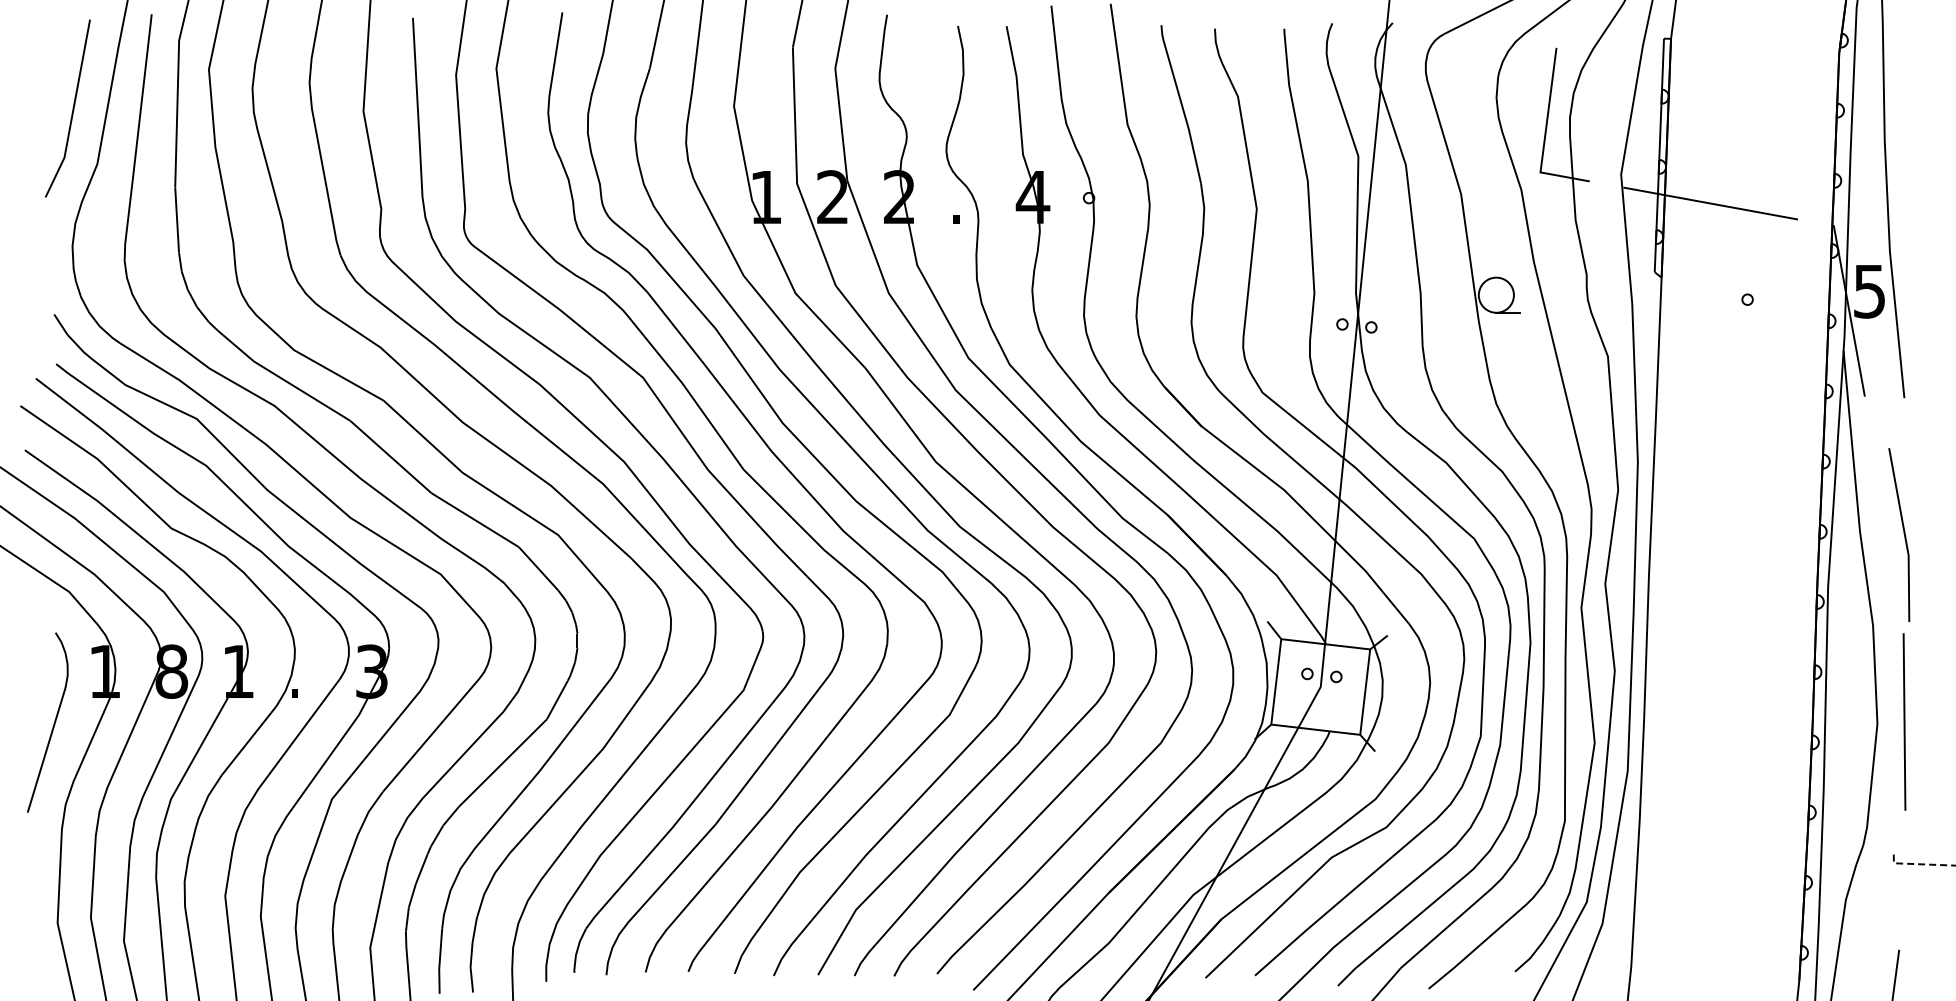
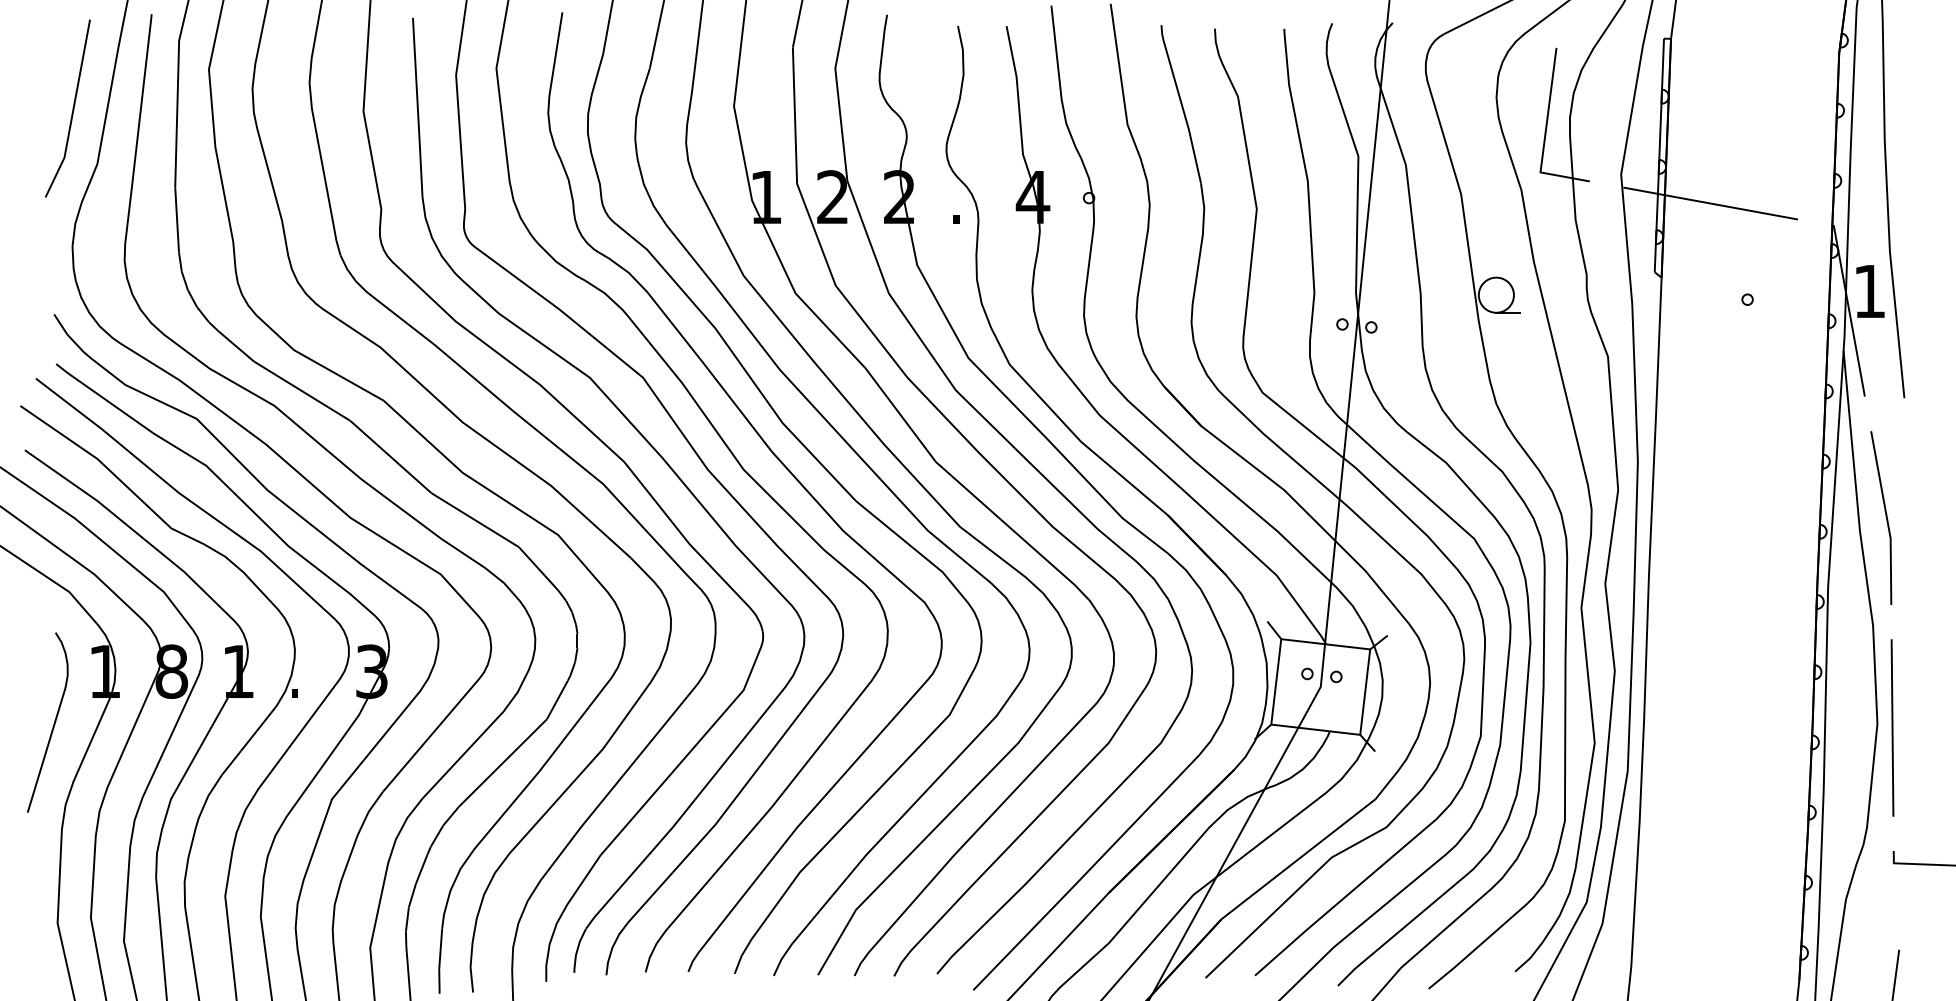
text at (1869, 291): 5 -> 1
line at (1903, 534) position: (1903, 534) -> (1885, 517)
line at (1904, 721) position: (1904, 721) -> (1892, 727)
line at (1917, 864): dashed -> solid
